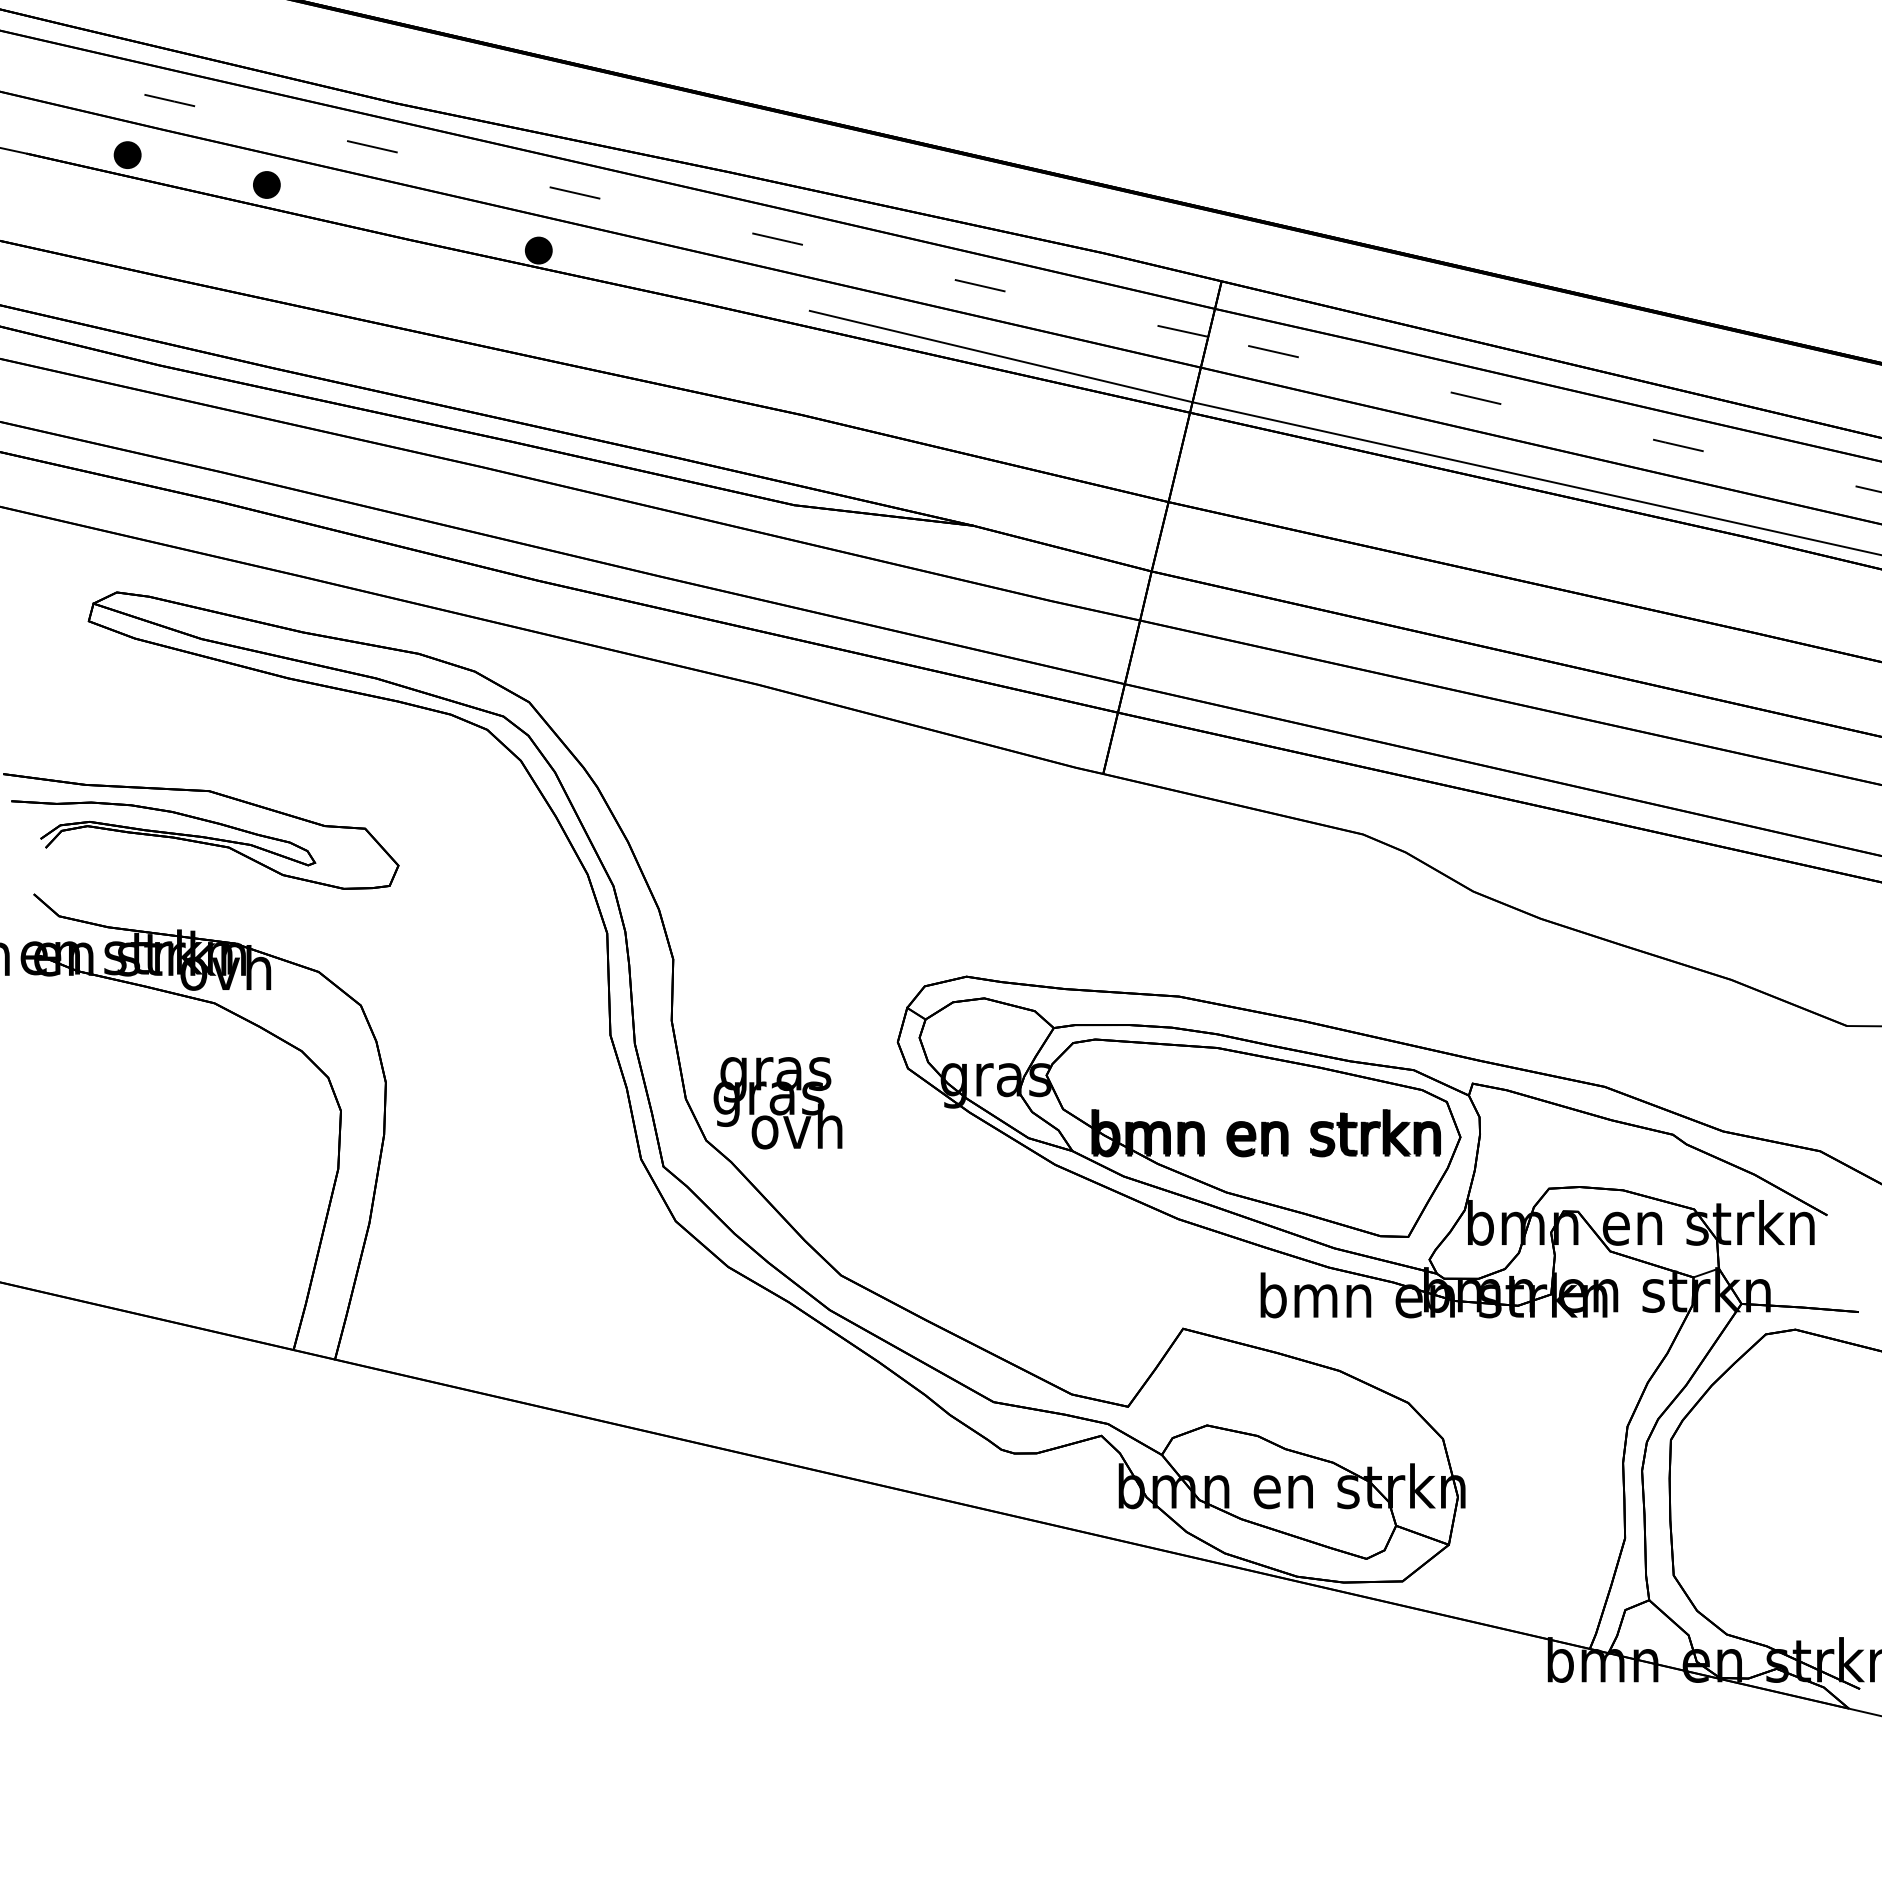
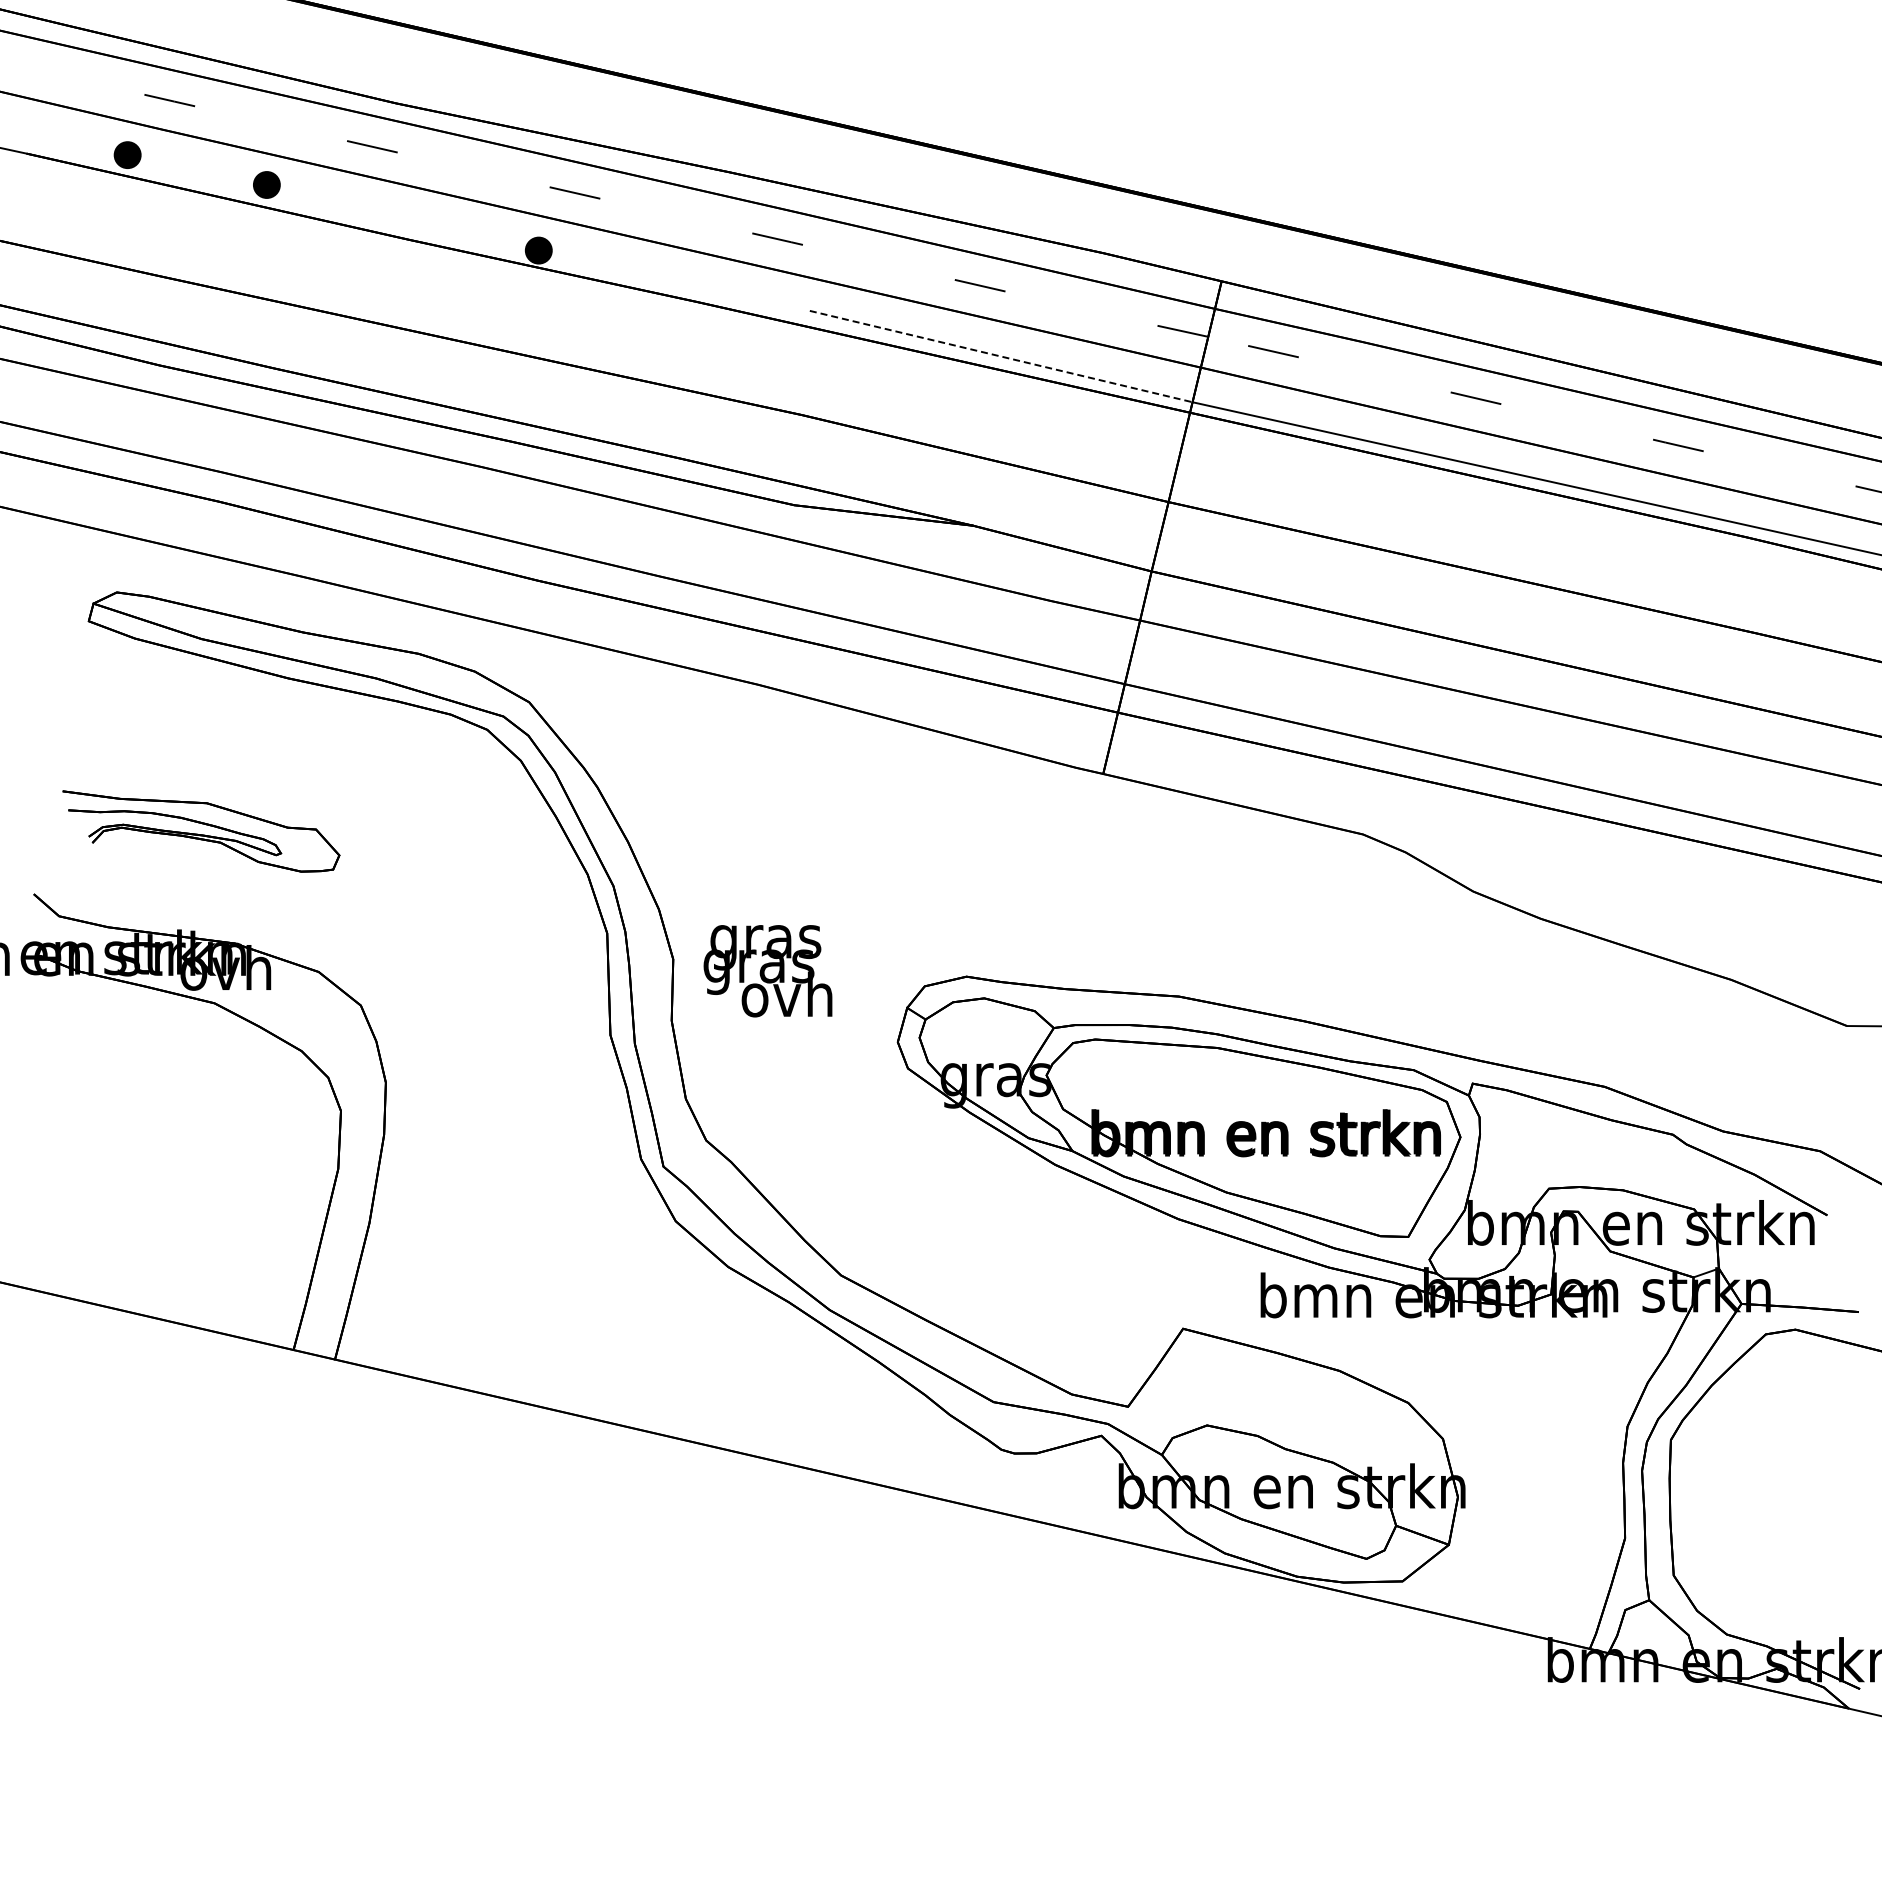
line at (1001, 356): solid -> dashed
part at (201, 831) size: 397x117 px -> 279x83 px
text at (777, 1103) position: (777, 1103) -> (767, 971)
